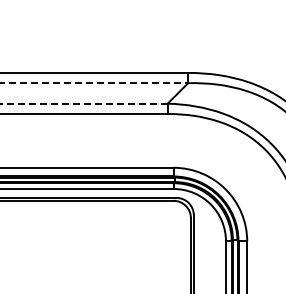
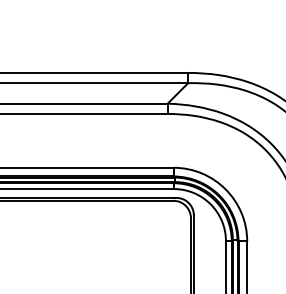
line at (94, 83): dashed -> solid
line at (83, 103): dashed -> solid
